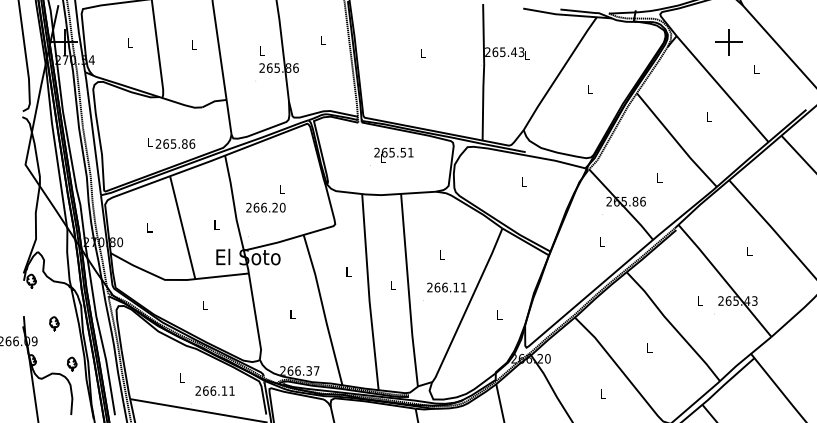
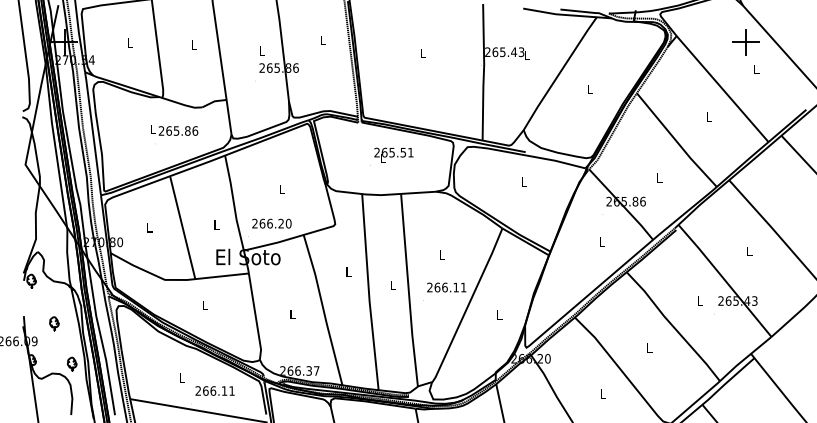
part at (728, 42) position: (728, 42) -> (745, 42)
text at (171, 143) position: (171, 143) -> (174, 130)
text at (265, 207) position: (265, 207) -> (271, 223)
